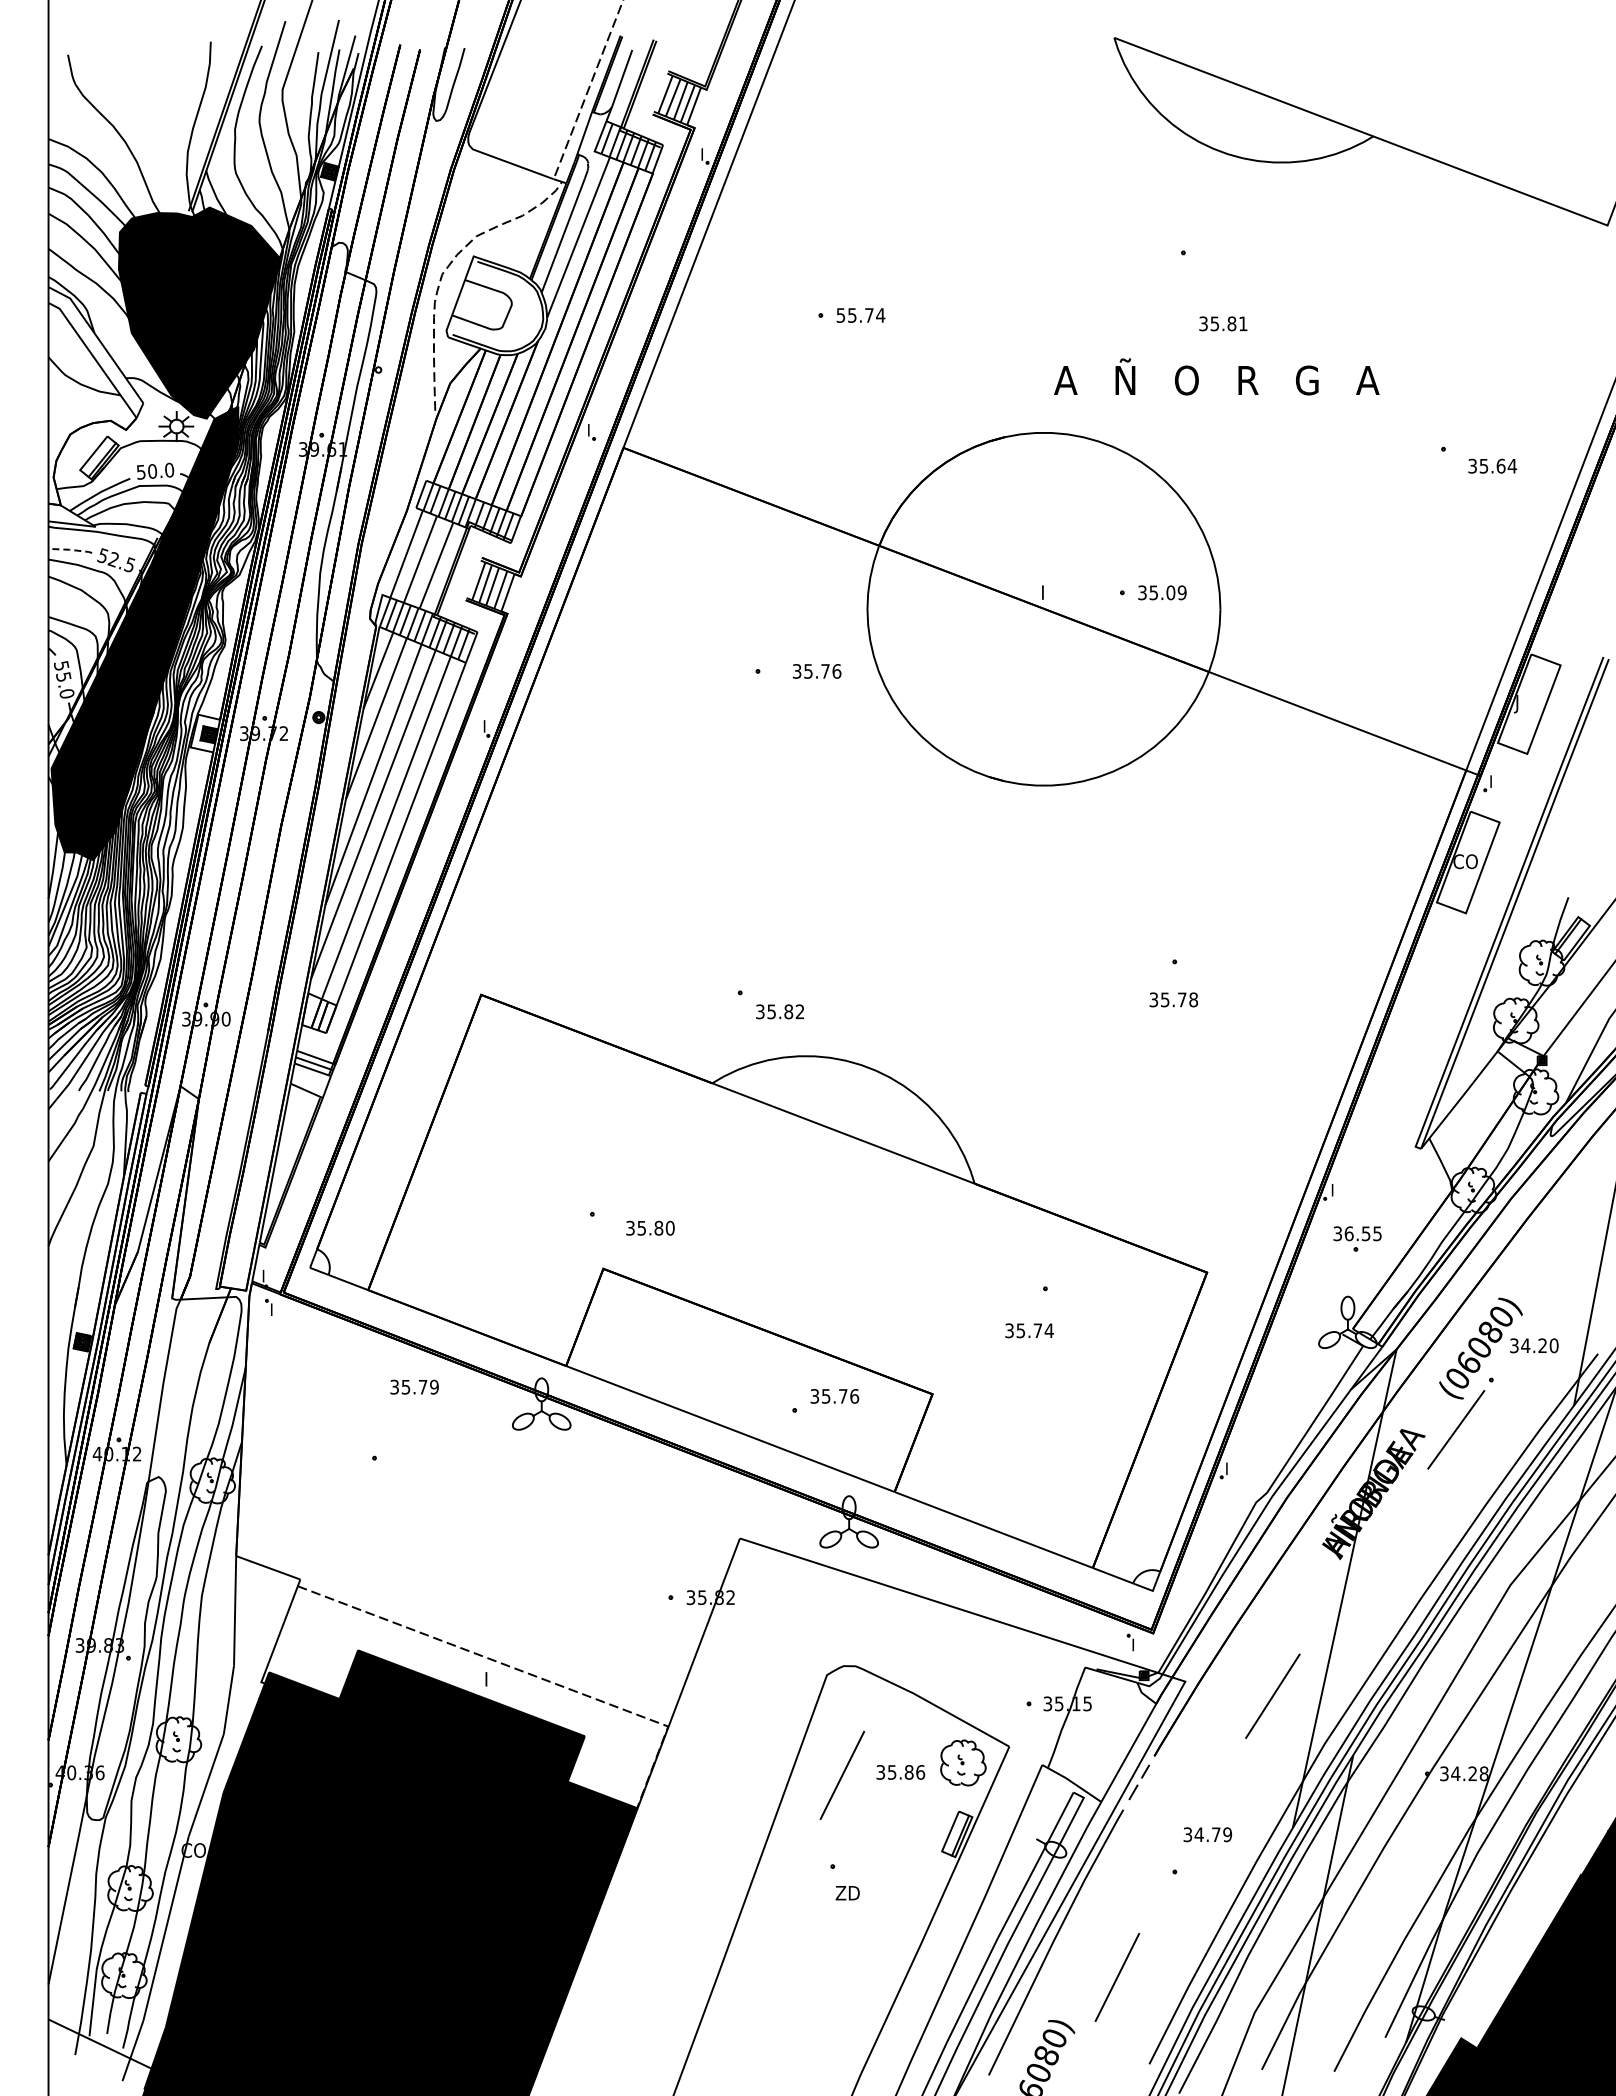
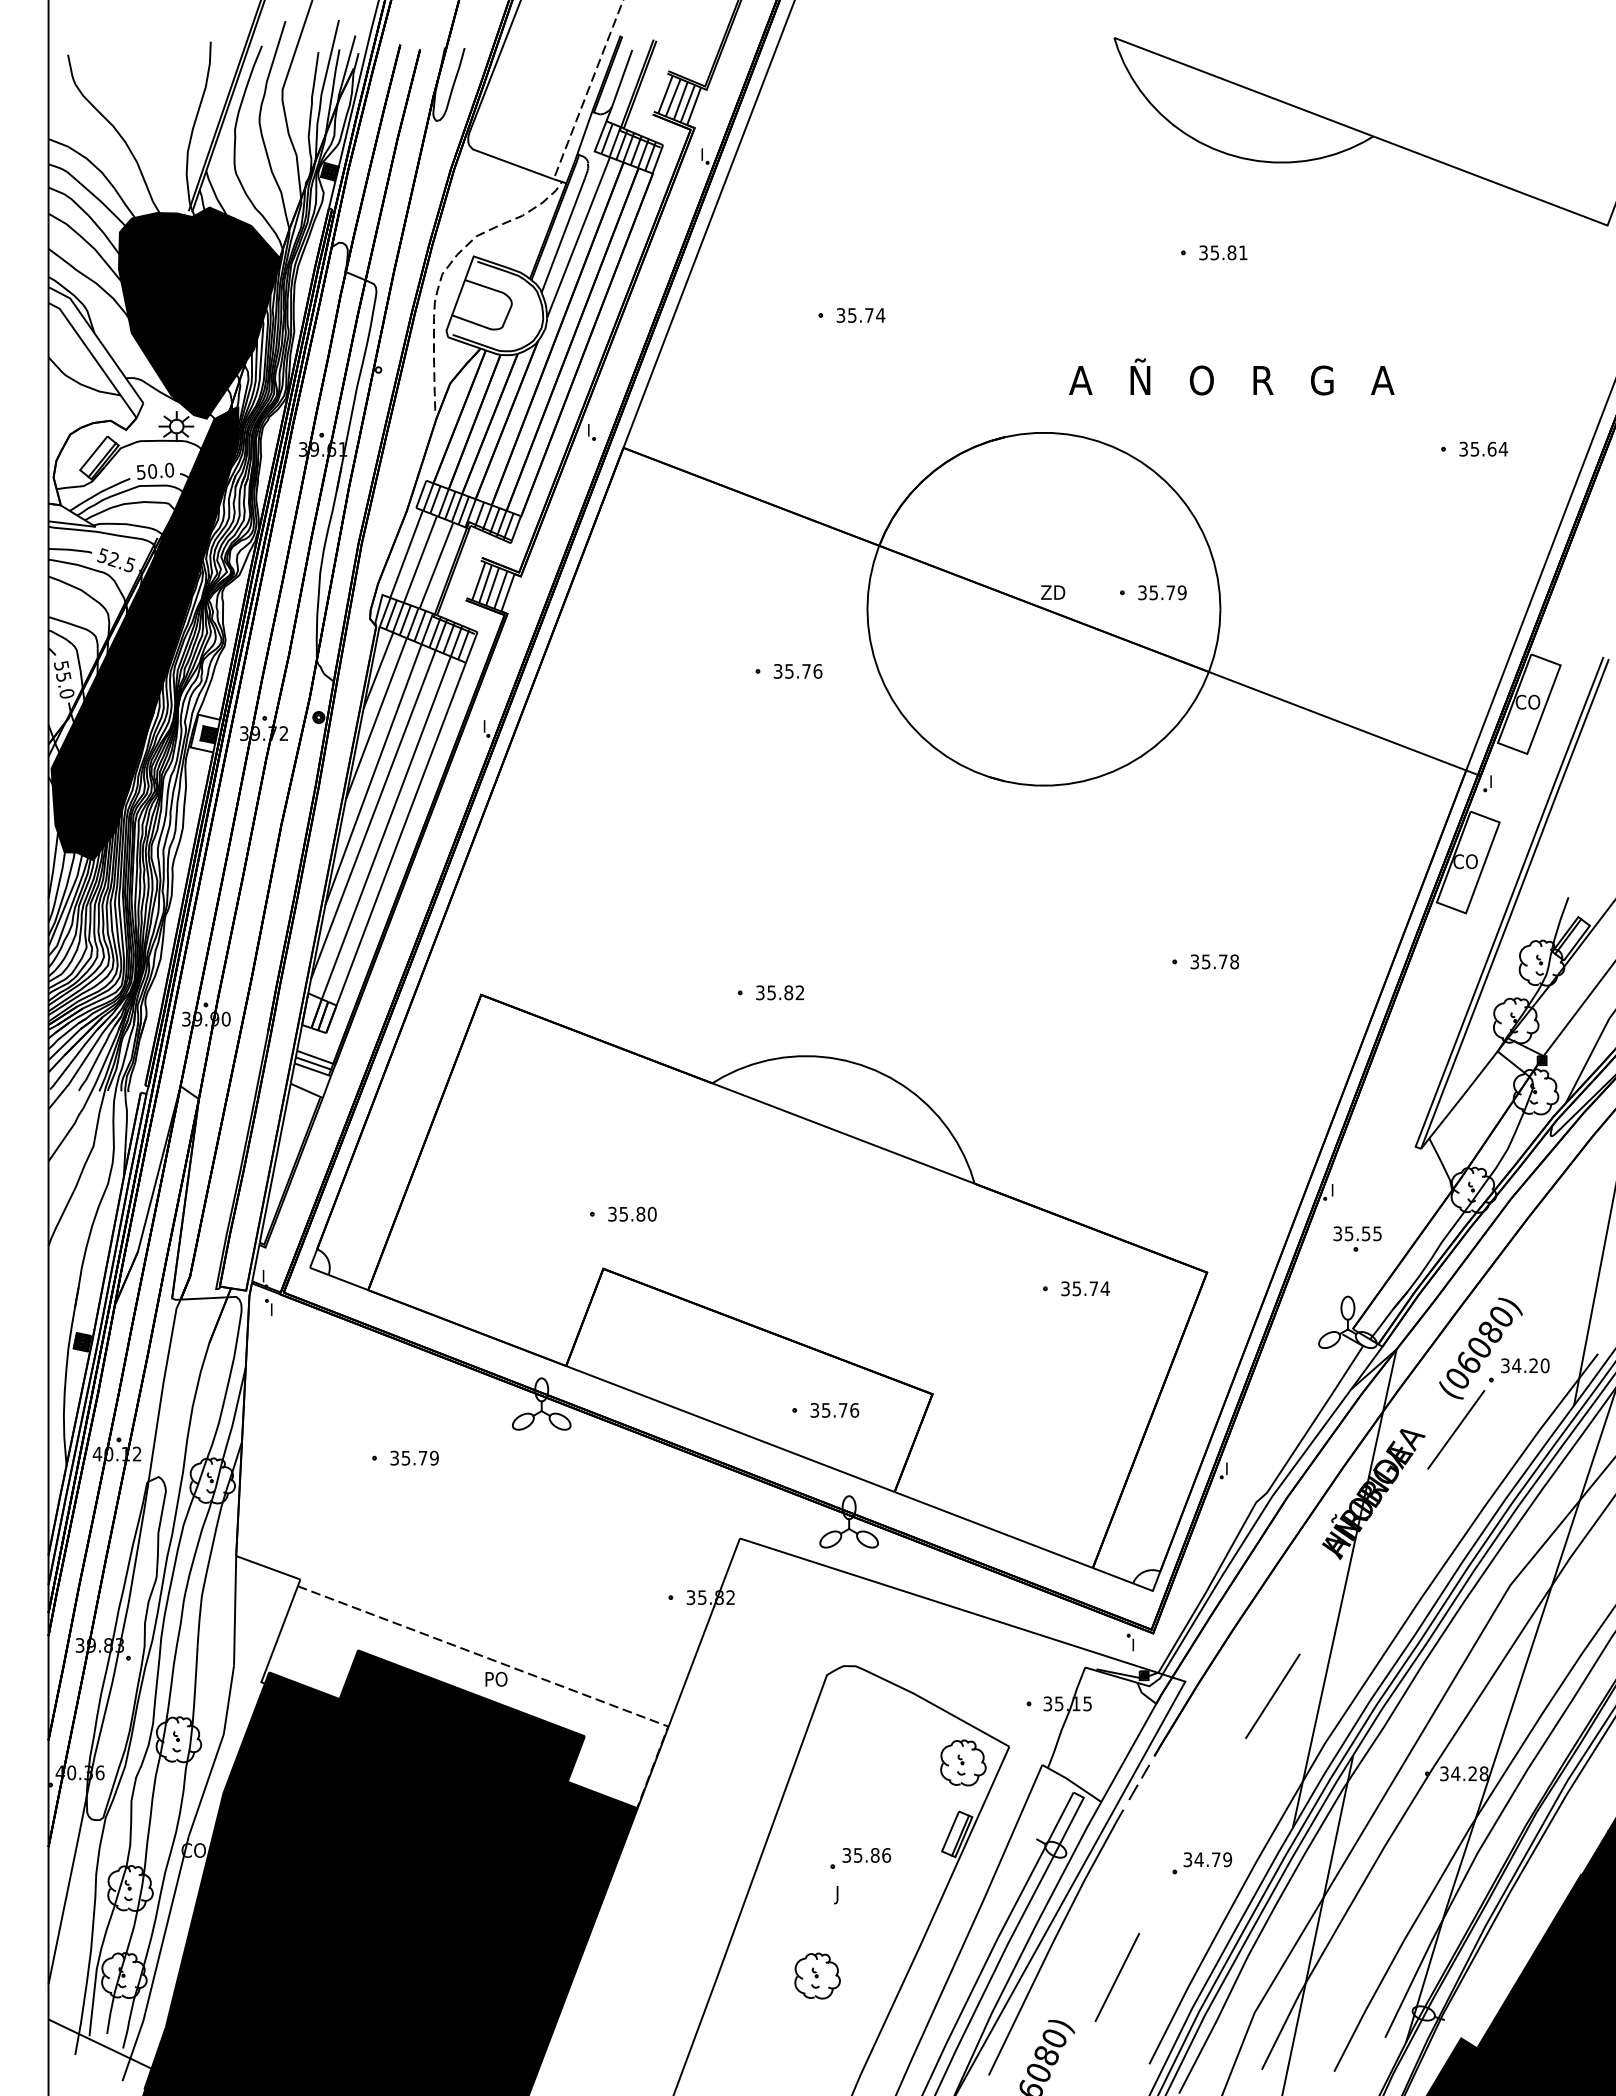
text at (841, 314): 55.74 -> 35.74
text at (1223, 323) position: (1223, 323) -> (1223, 252)
text at (1216, 376) position: (1216, 376) -> (1231, 376)
text at (1492, 465) position: (1492, 465) -> (1483, 448)
line at (70, 549): dashed -> solid
text at (1053, 592): I -> ZD
text at (1170, 592): 35.09 -> 35.79
text at (816, 671) position: (816, 671) -> (797, 671)
text at (1526, 703): J -> CO
text at (1173, 999) position: (1173, 999) -> (1214, 961)
text at (779, 1011) position: (779, 1011) -> (779, 992)
text at (650, 1227) position: (650, 1227) -> (632, 1213)
text at (1348, 1233): 36.55 -> 35.55
text at (1029, 1330) position: (1029, 1330) -> (1085, 1288)
text at (1534, 1345) position: (1534, 1345) -> (1525, 1365)
text at (414, 1386) position: (414, 1386) -> (414, 1457)
text at (834, 1396) position: (834, 1396) -> (834, 1410)
text at (497, 1678): I -> PO
text at (900, 1772) position: (900, 1772) -> (866, 1855)
line at (842, 1774): present -> none
text at (1207, 1834) position: (1207, 1834) -> (1207, 1859)
text at (846, 1895): ZD -> J
part at (817, 1975): none -> present
